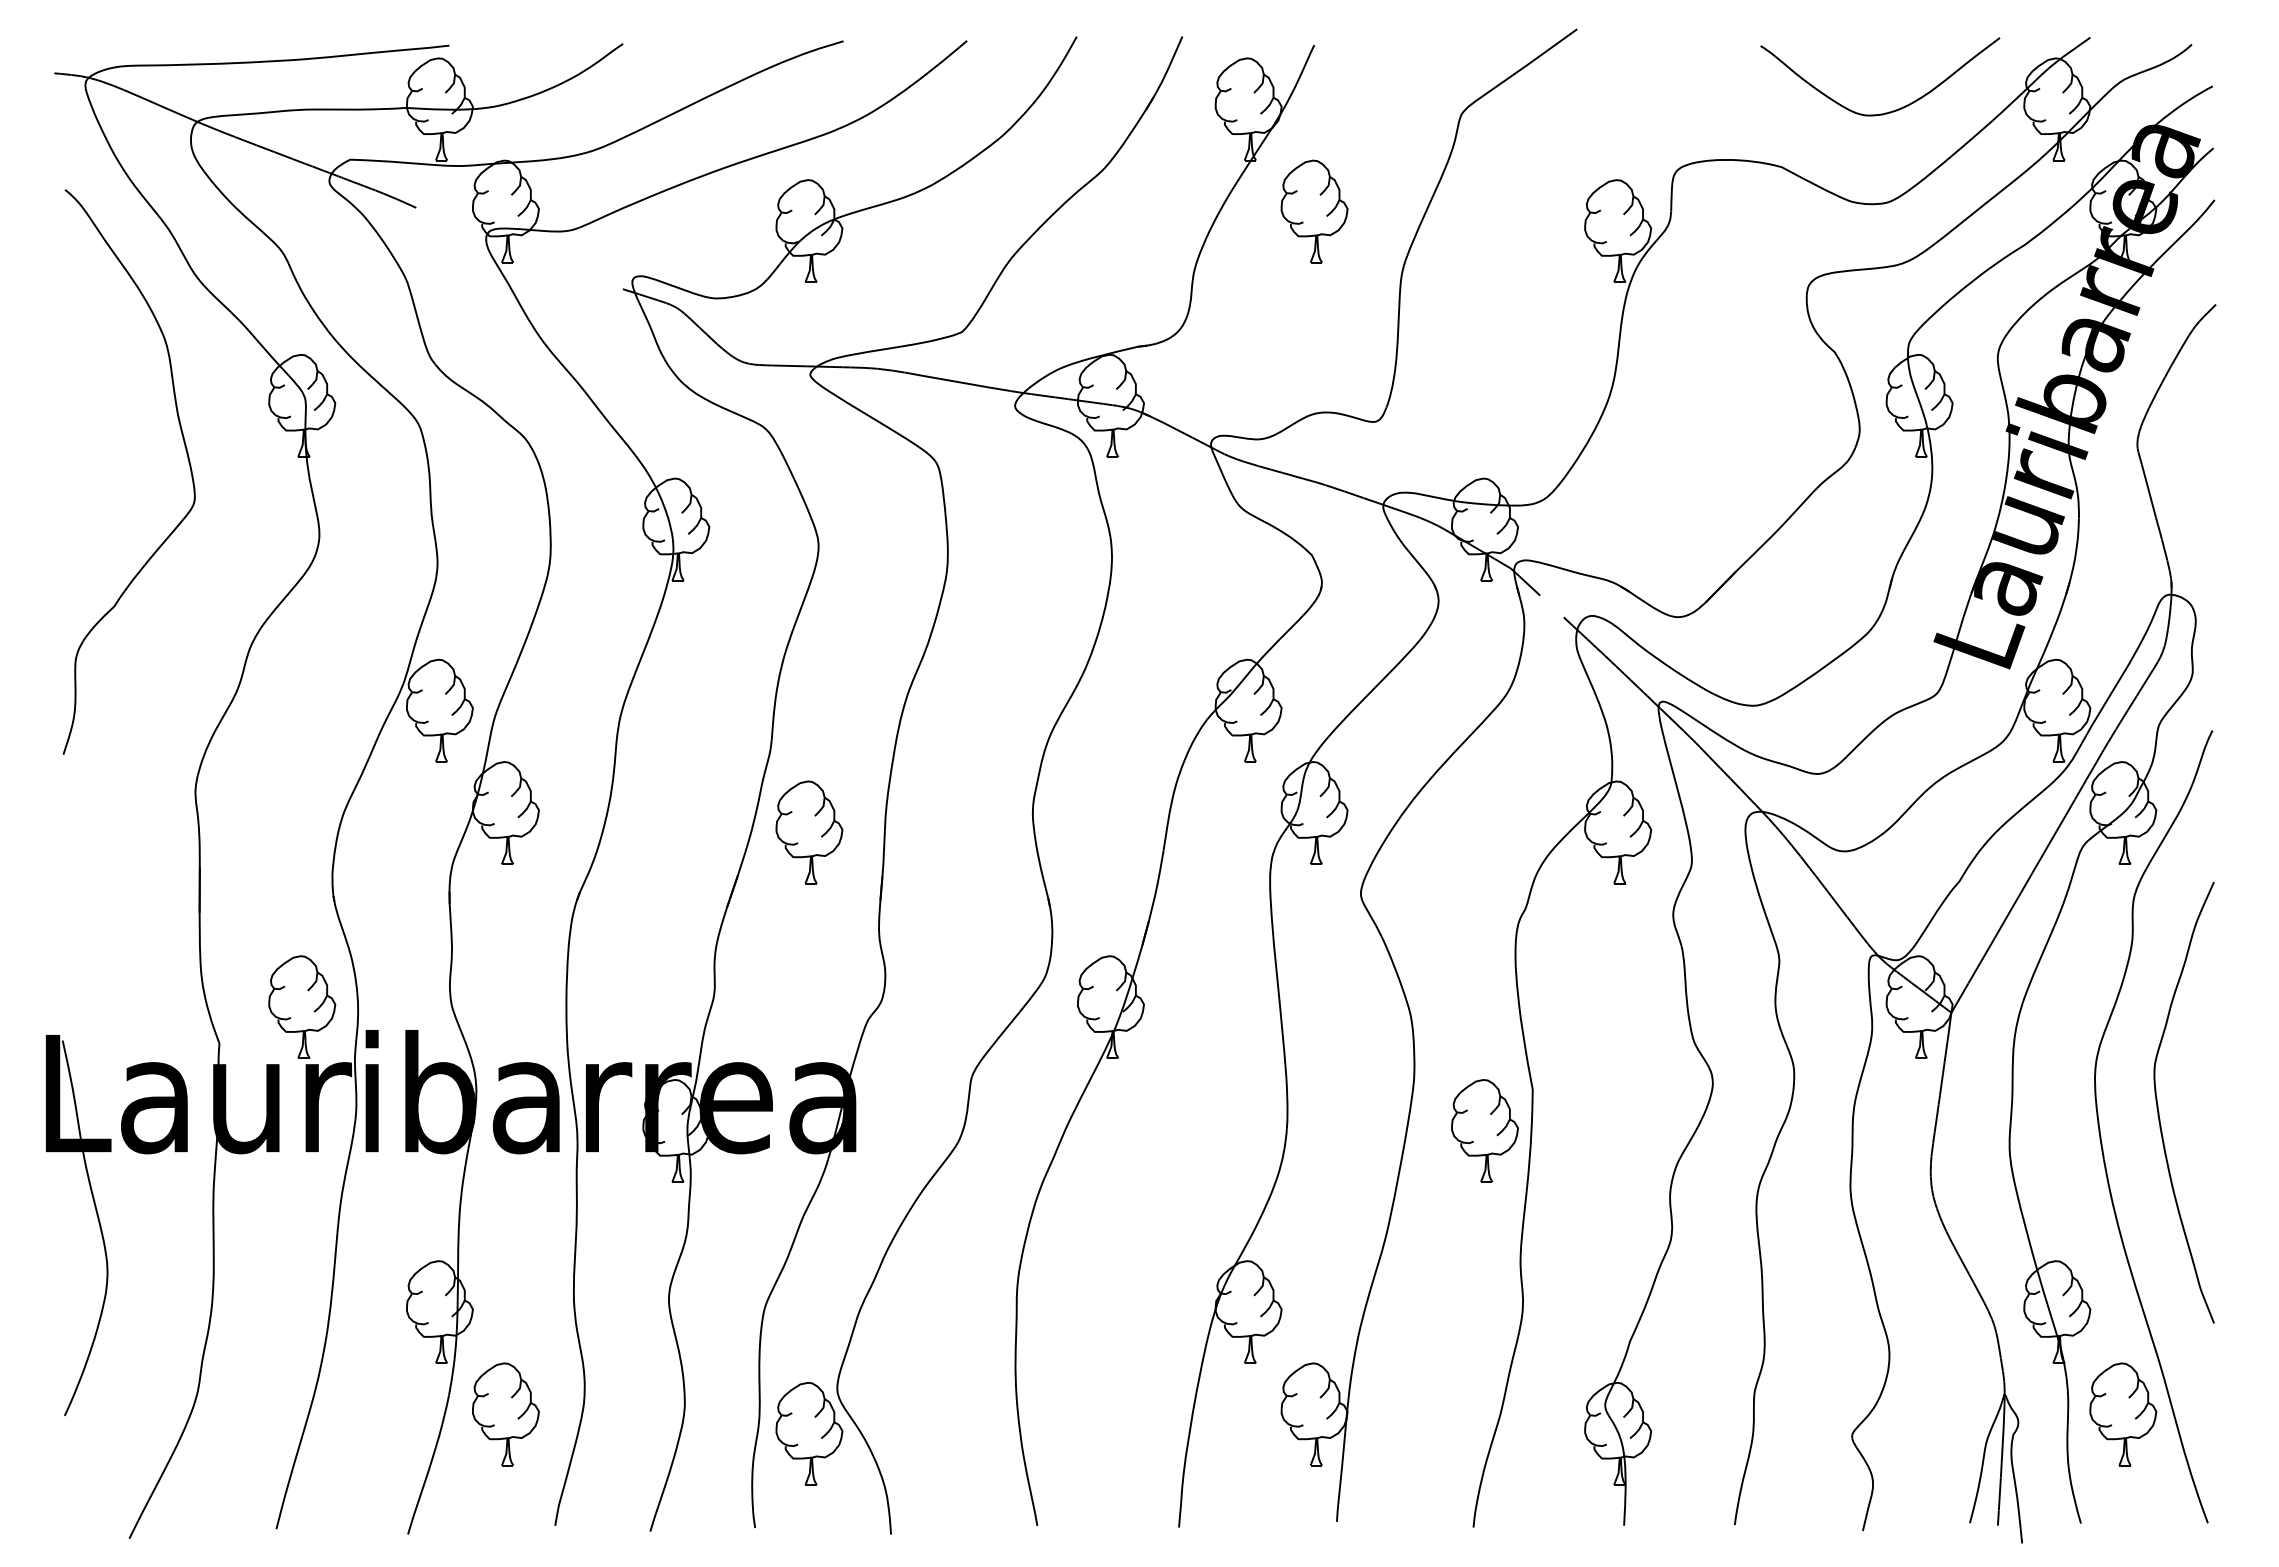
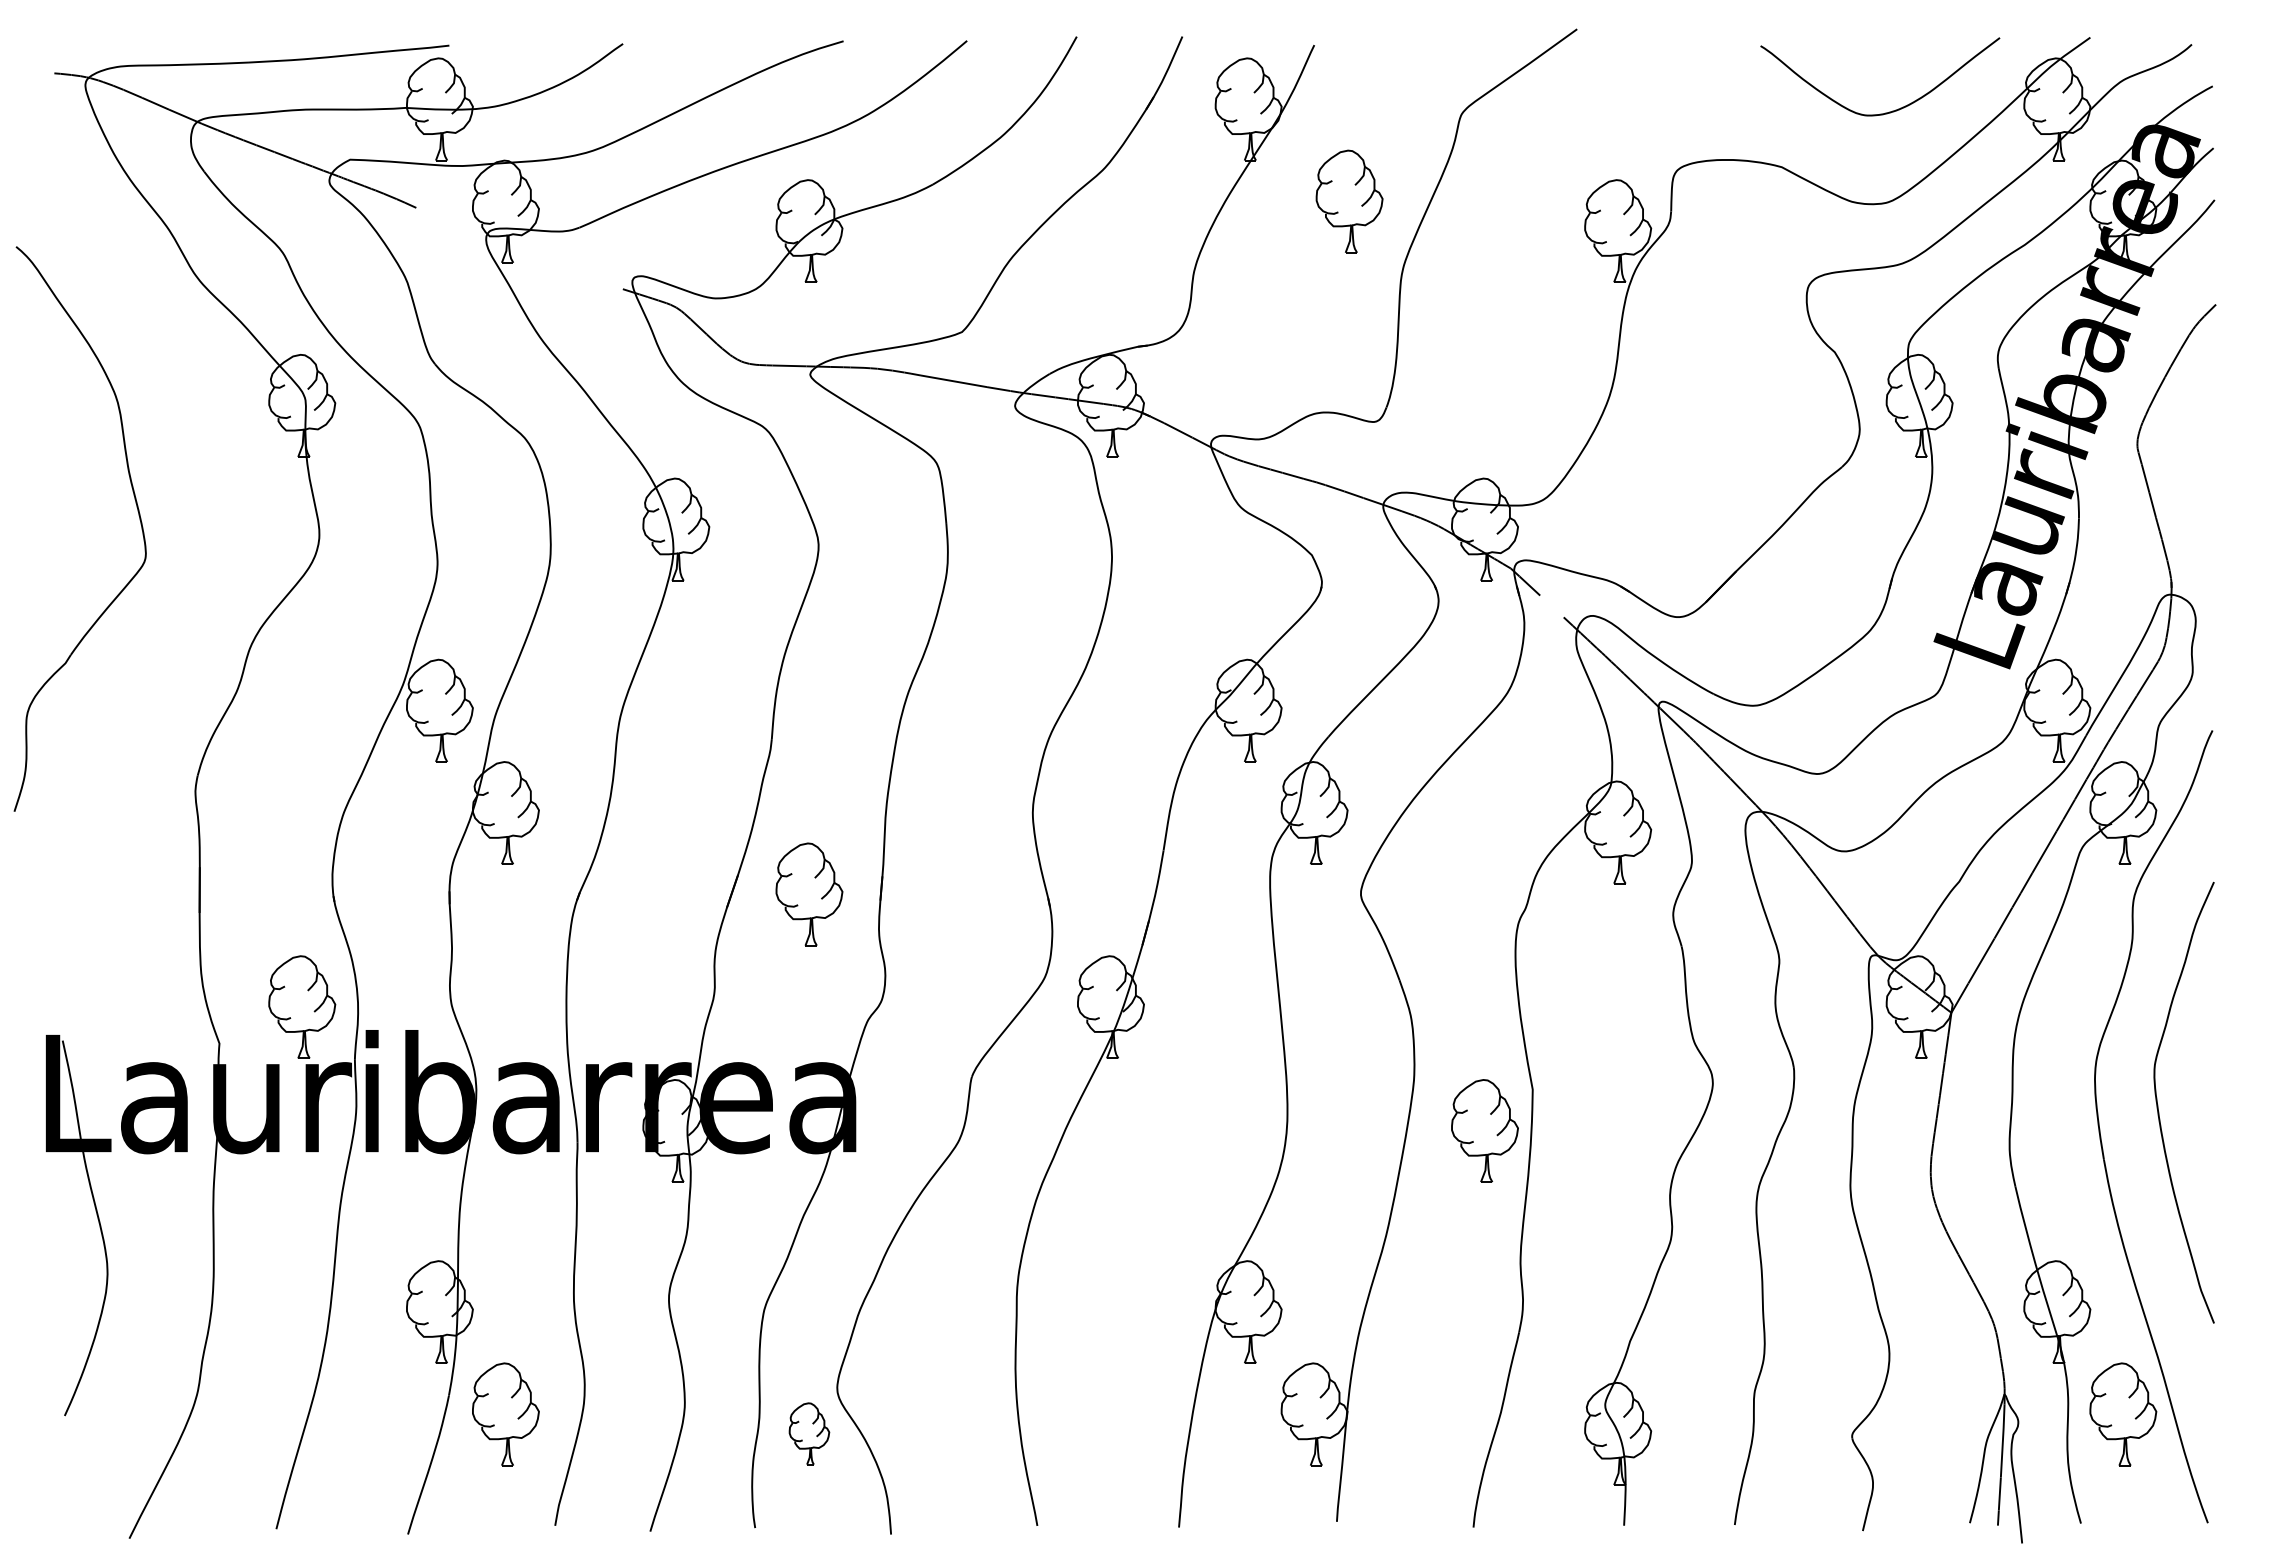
part at (1314, 211) position: (1314, 211) -> (1349, 201)
part at (187, 458) position: (187, 458) -> (138, 515)
part at (809, 832) position: (809, 832) -> (809, 894)
part at (809, 1433) size: 69x104 px -> 43x64 px
